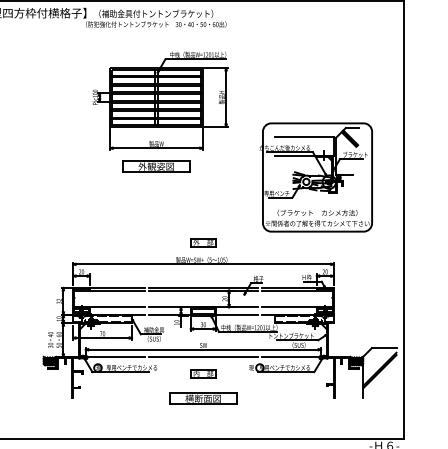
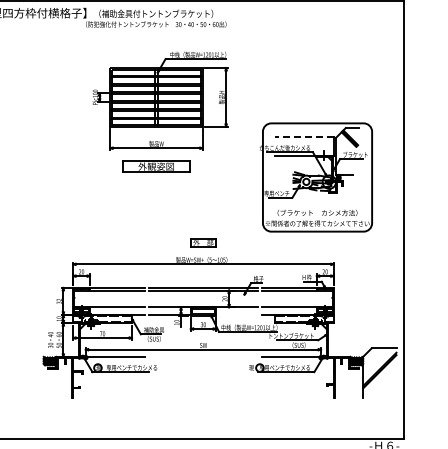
line at (304, 137): solid -> dashed
line at (237, 314): present -> none
line at (203, 356): present -> none
part at (203, 373): present -> none
part at (203, 398): present -> none
